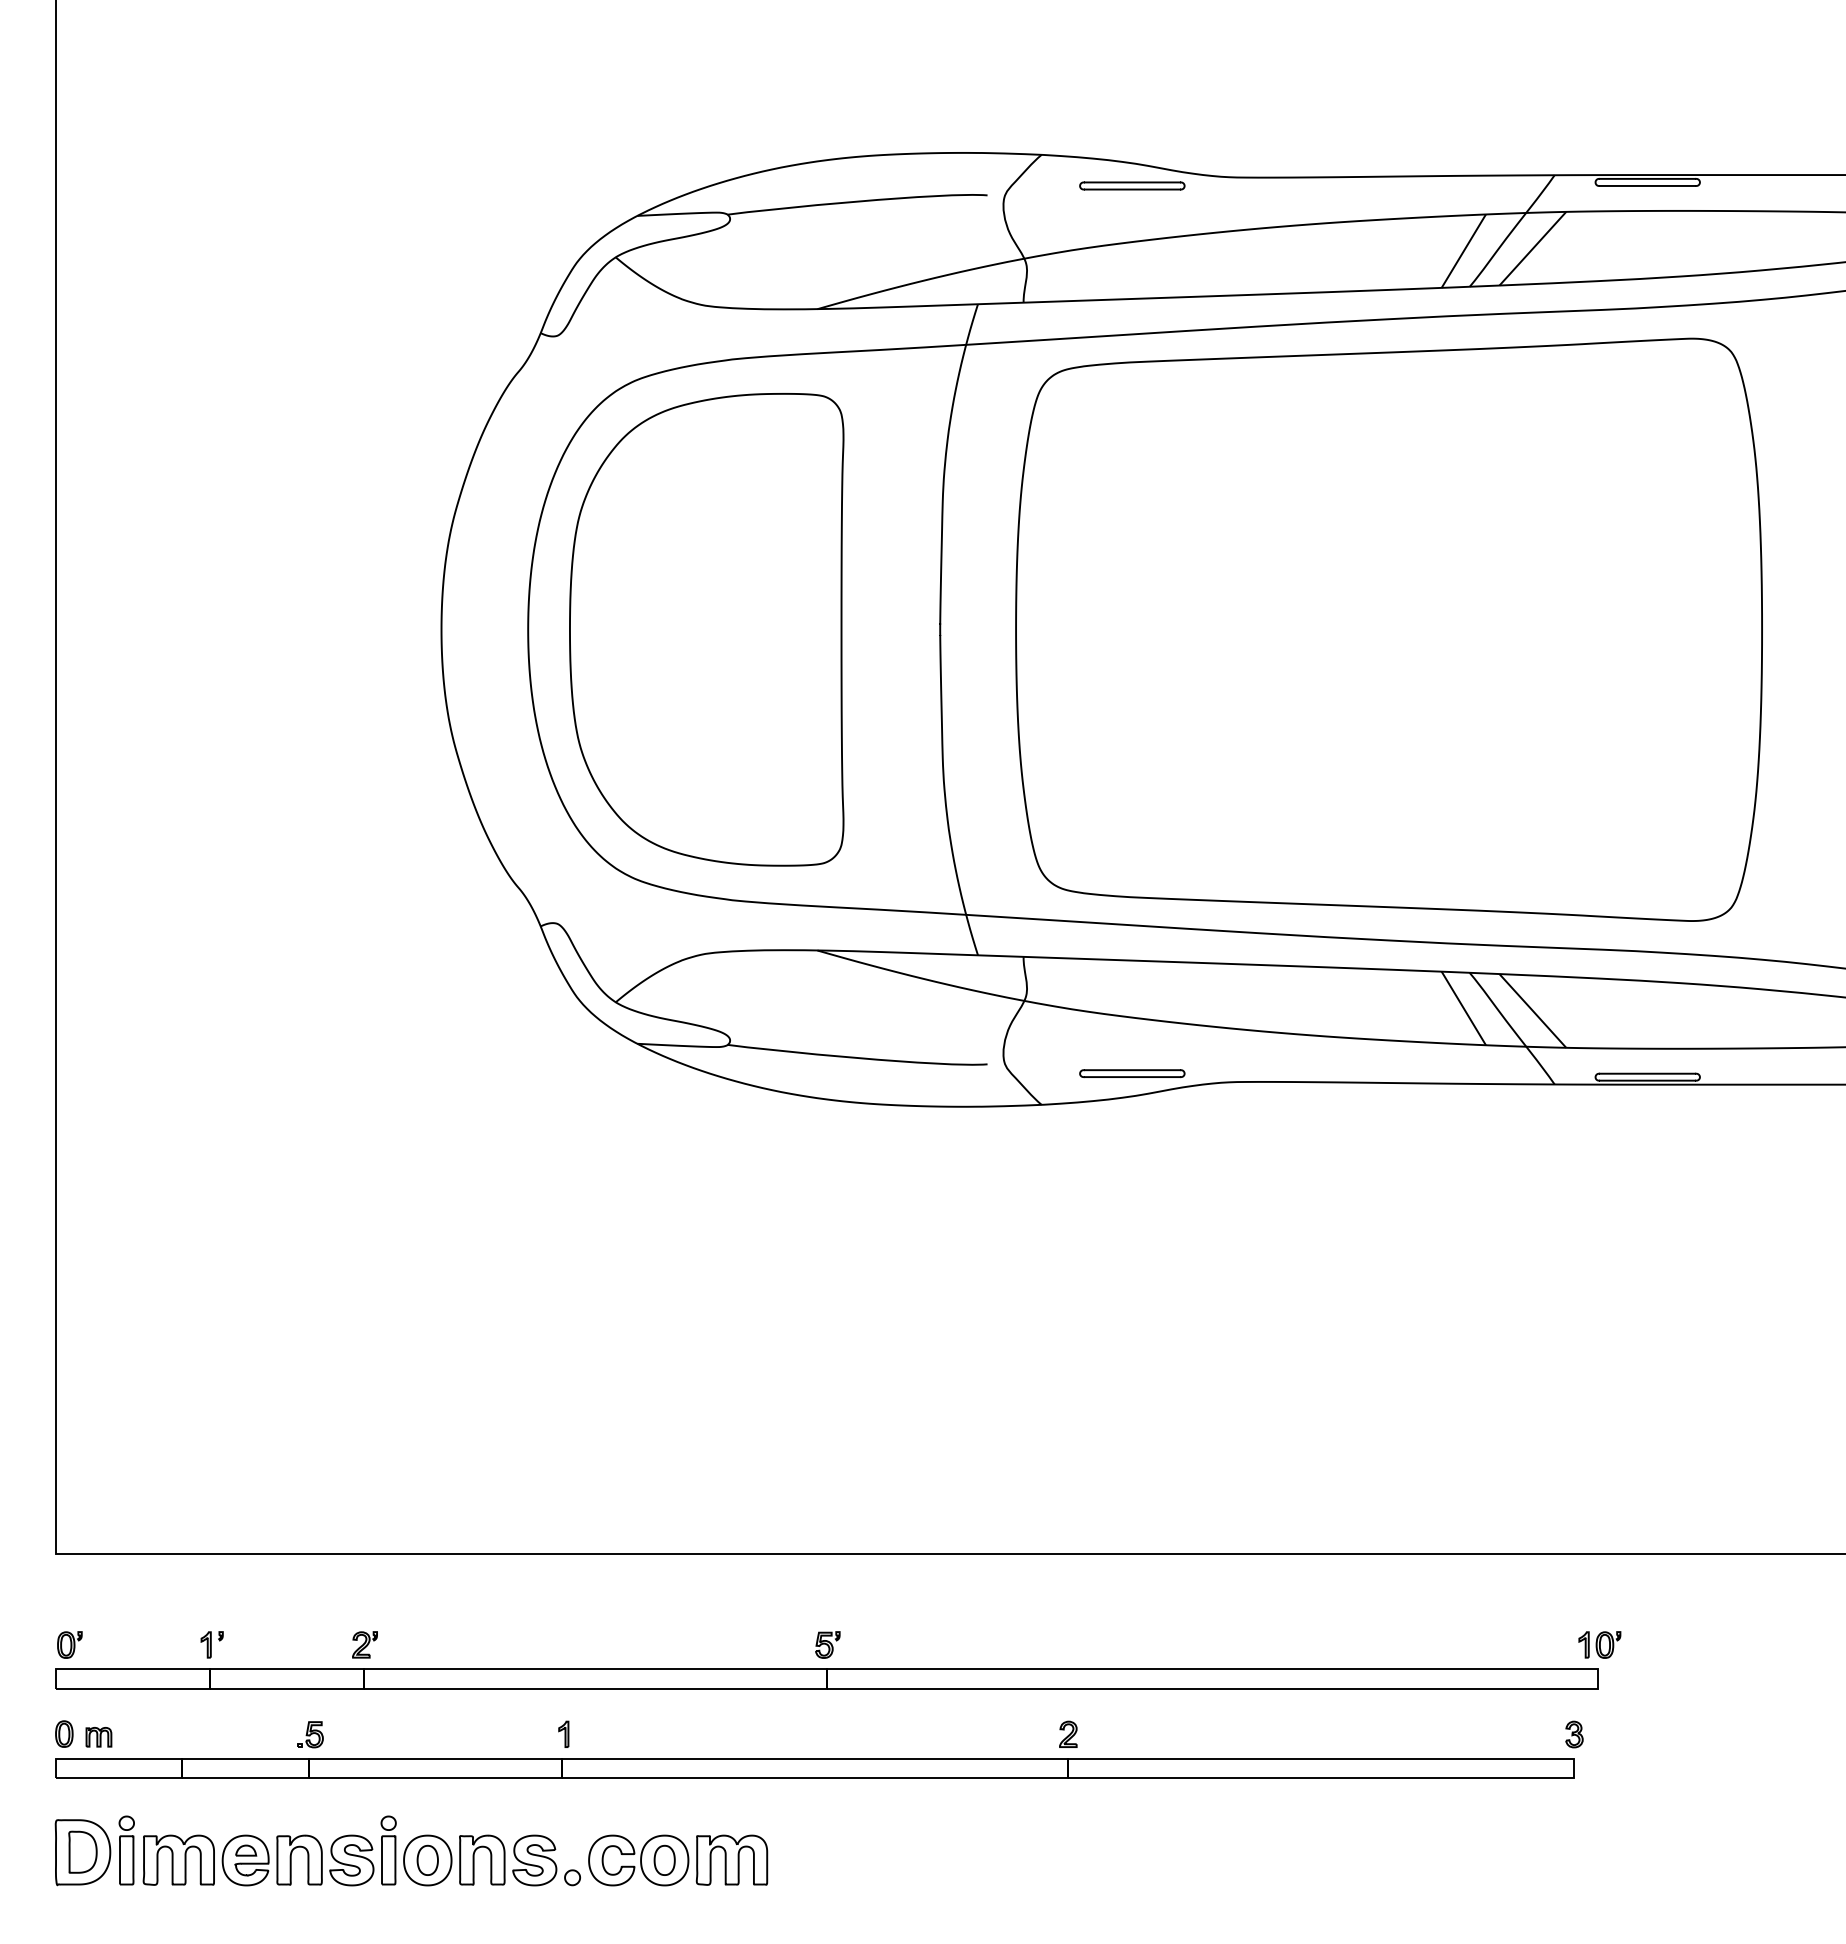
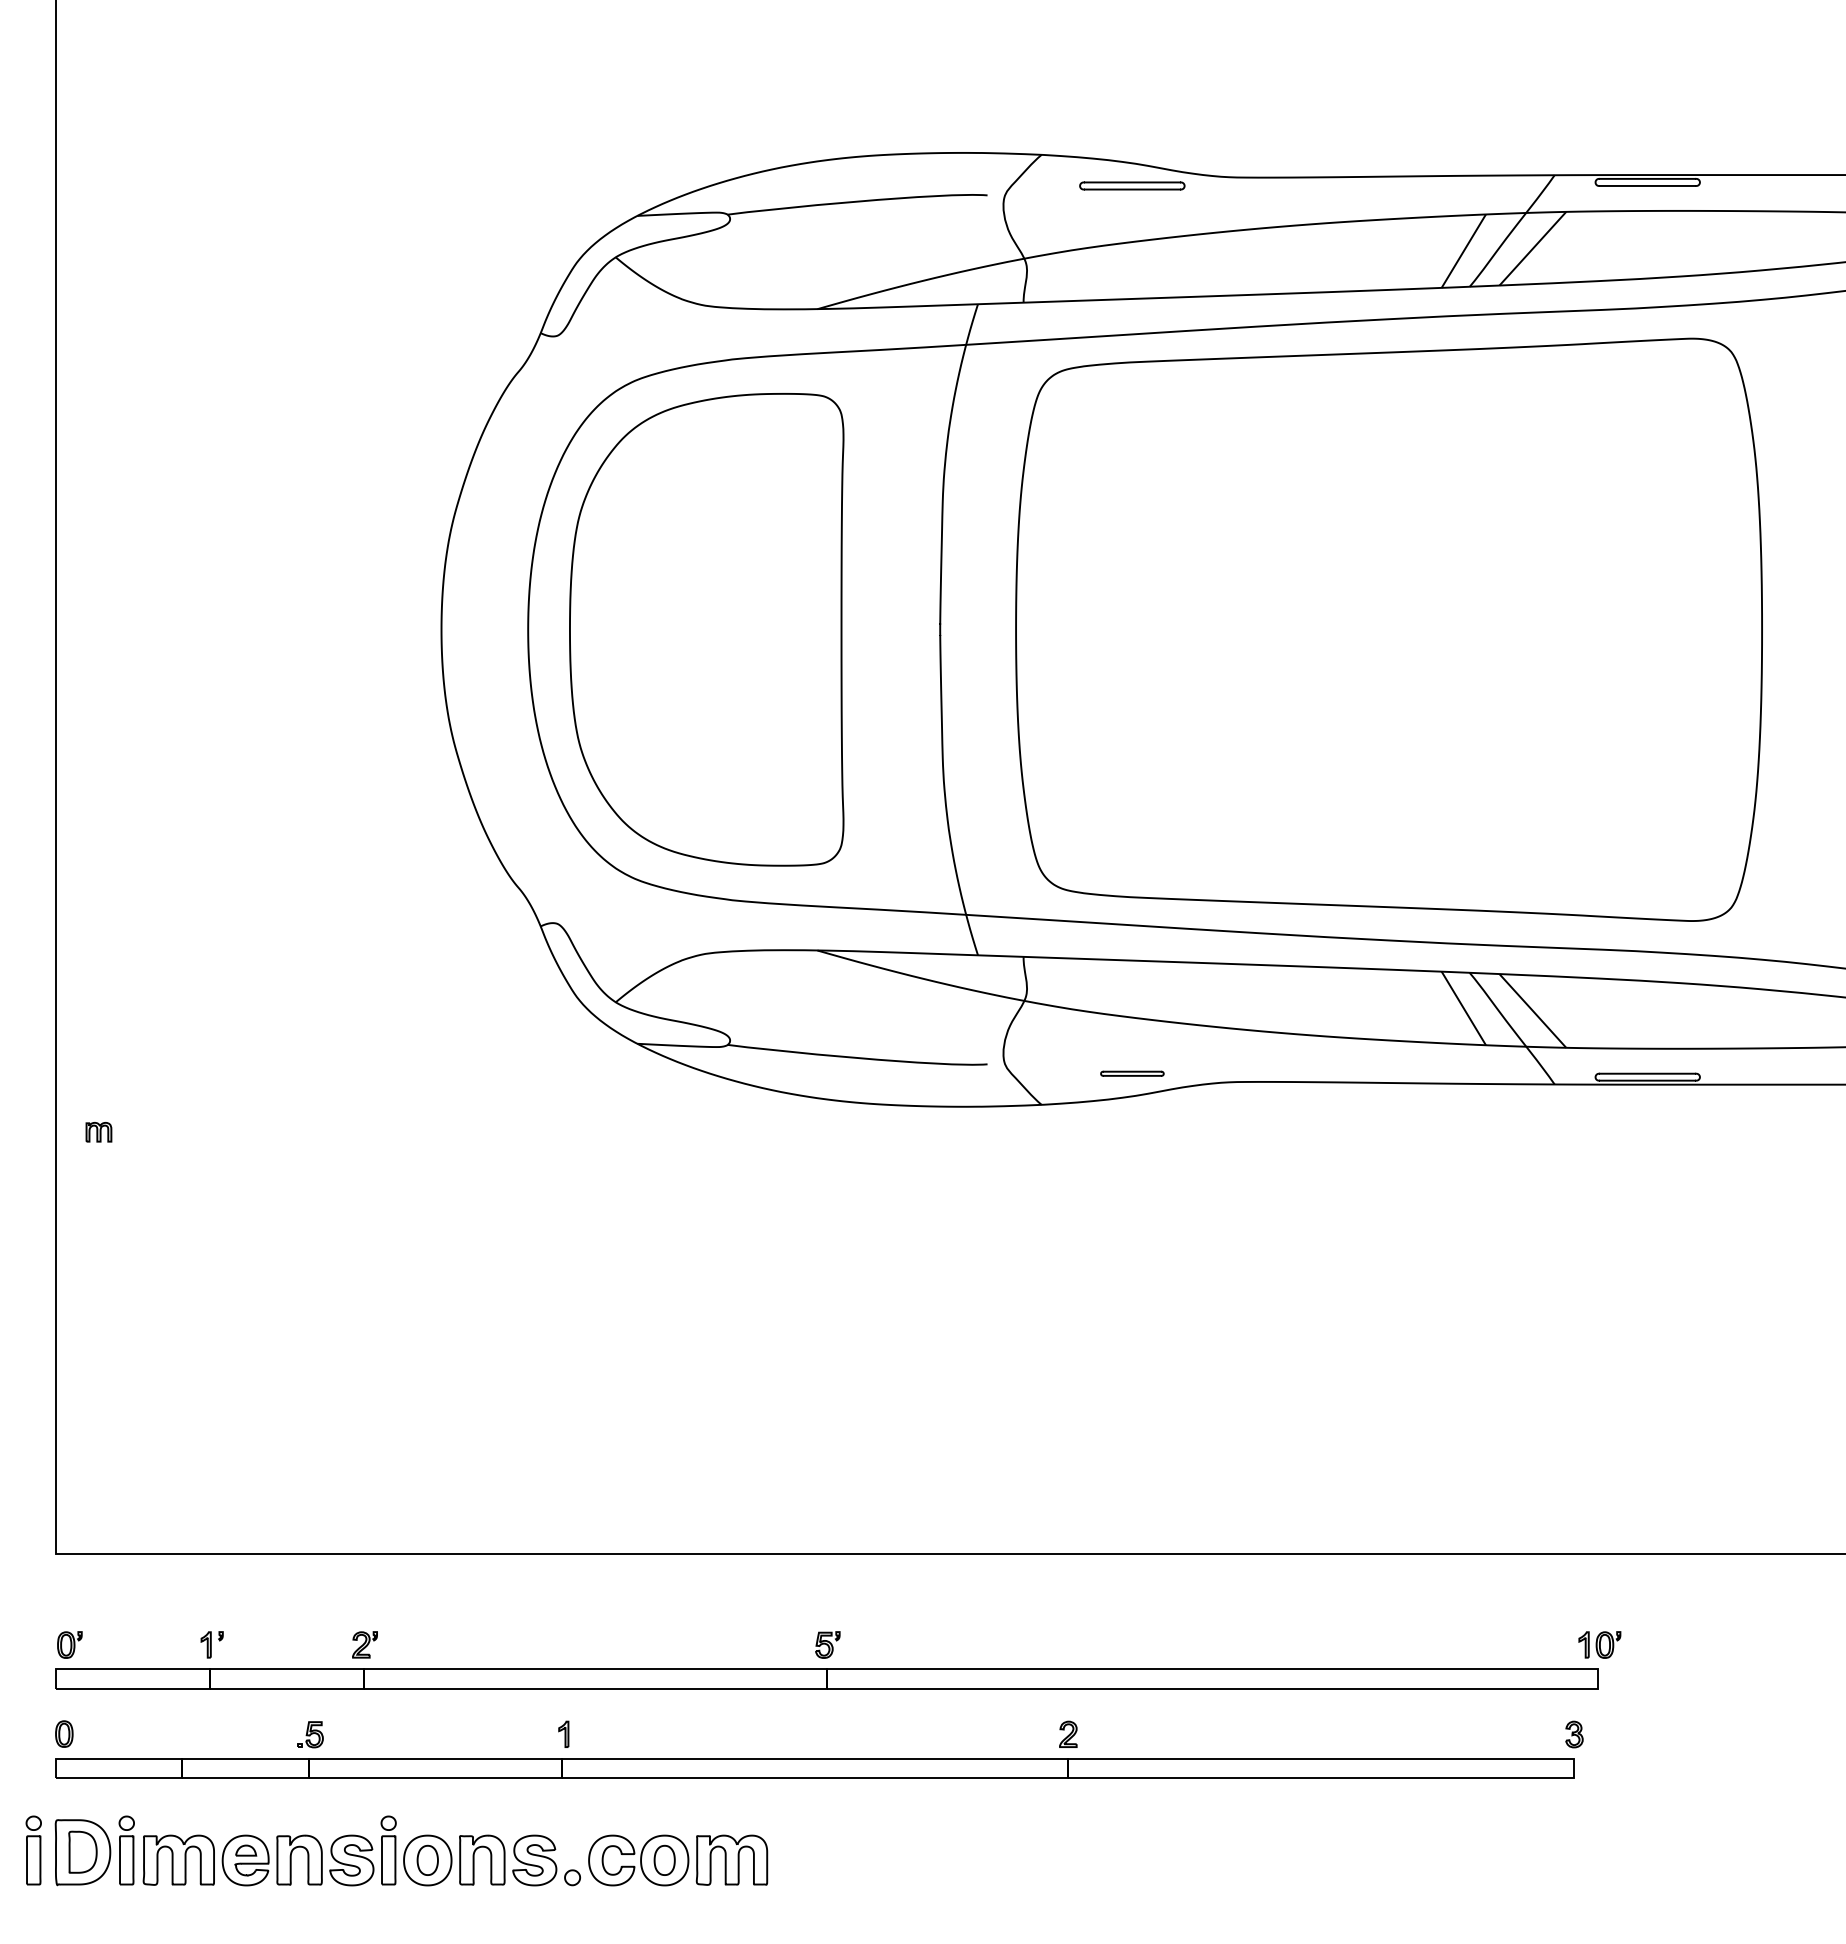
part at (1132, 1073) size: 107x10 px -> 65x7 px
part at (98, 1737) position: (98, 1737) -> (98, 1132)
part at (33, 1850): none -> present
